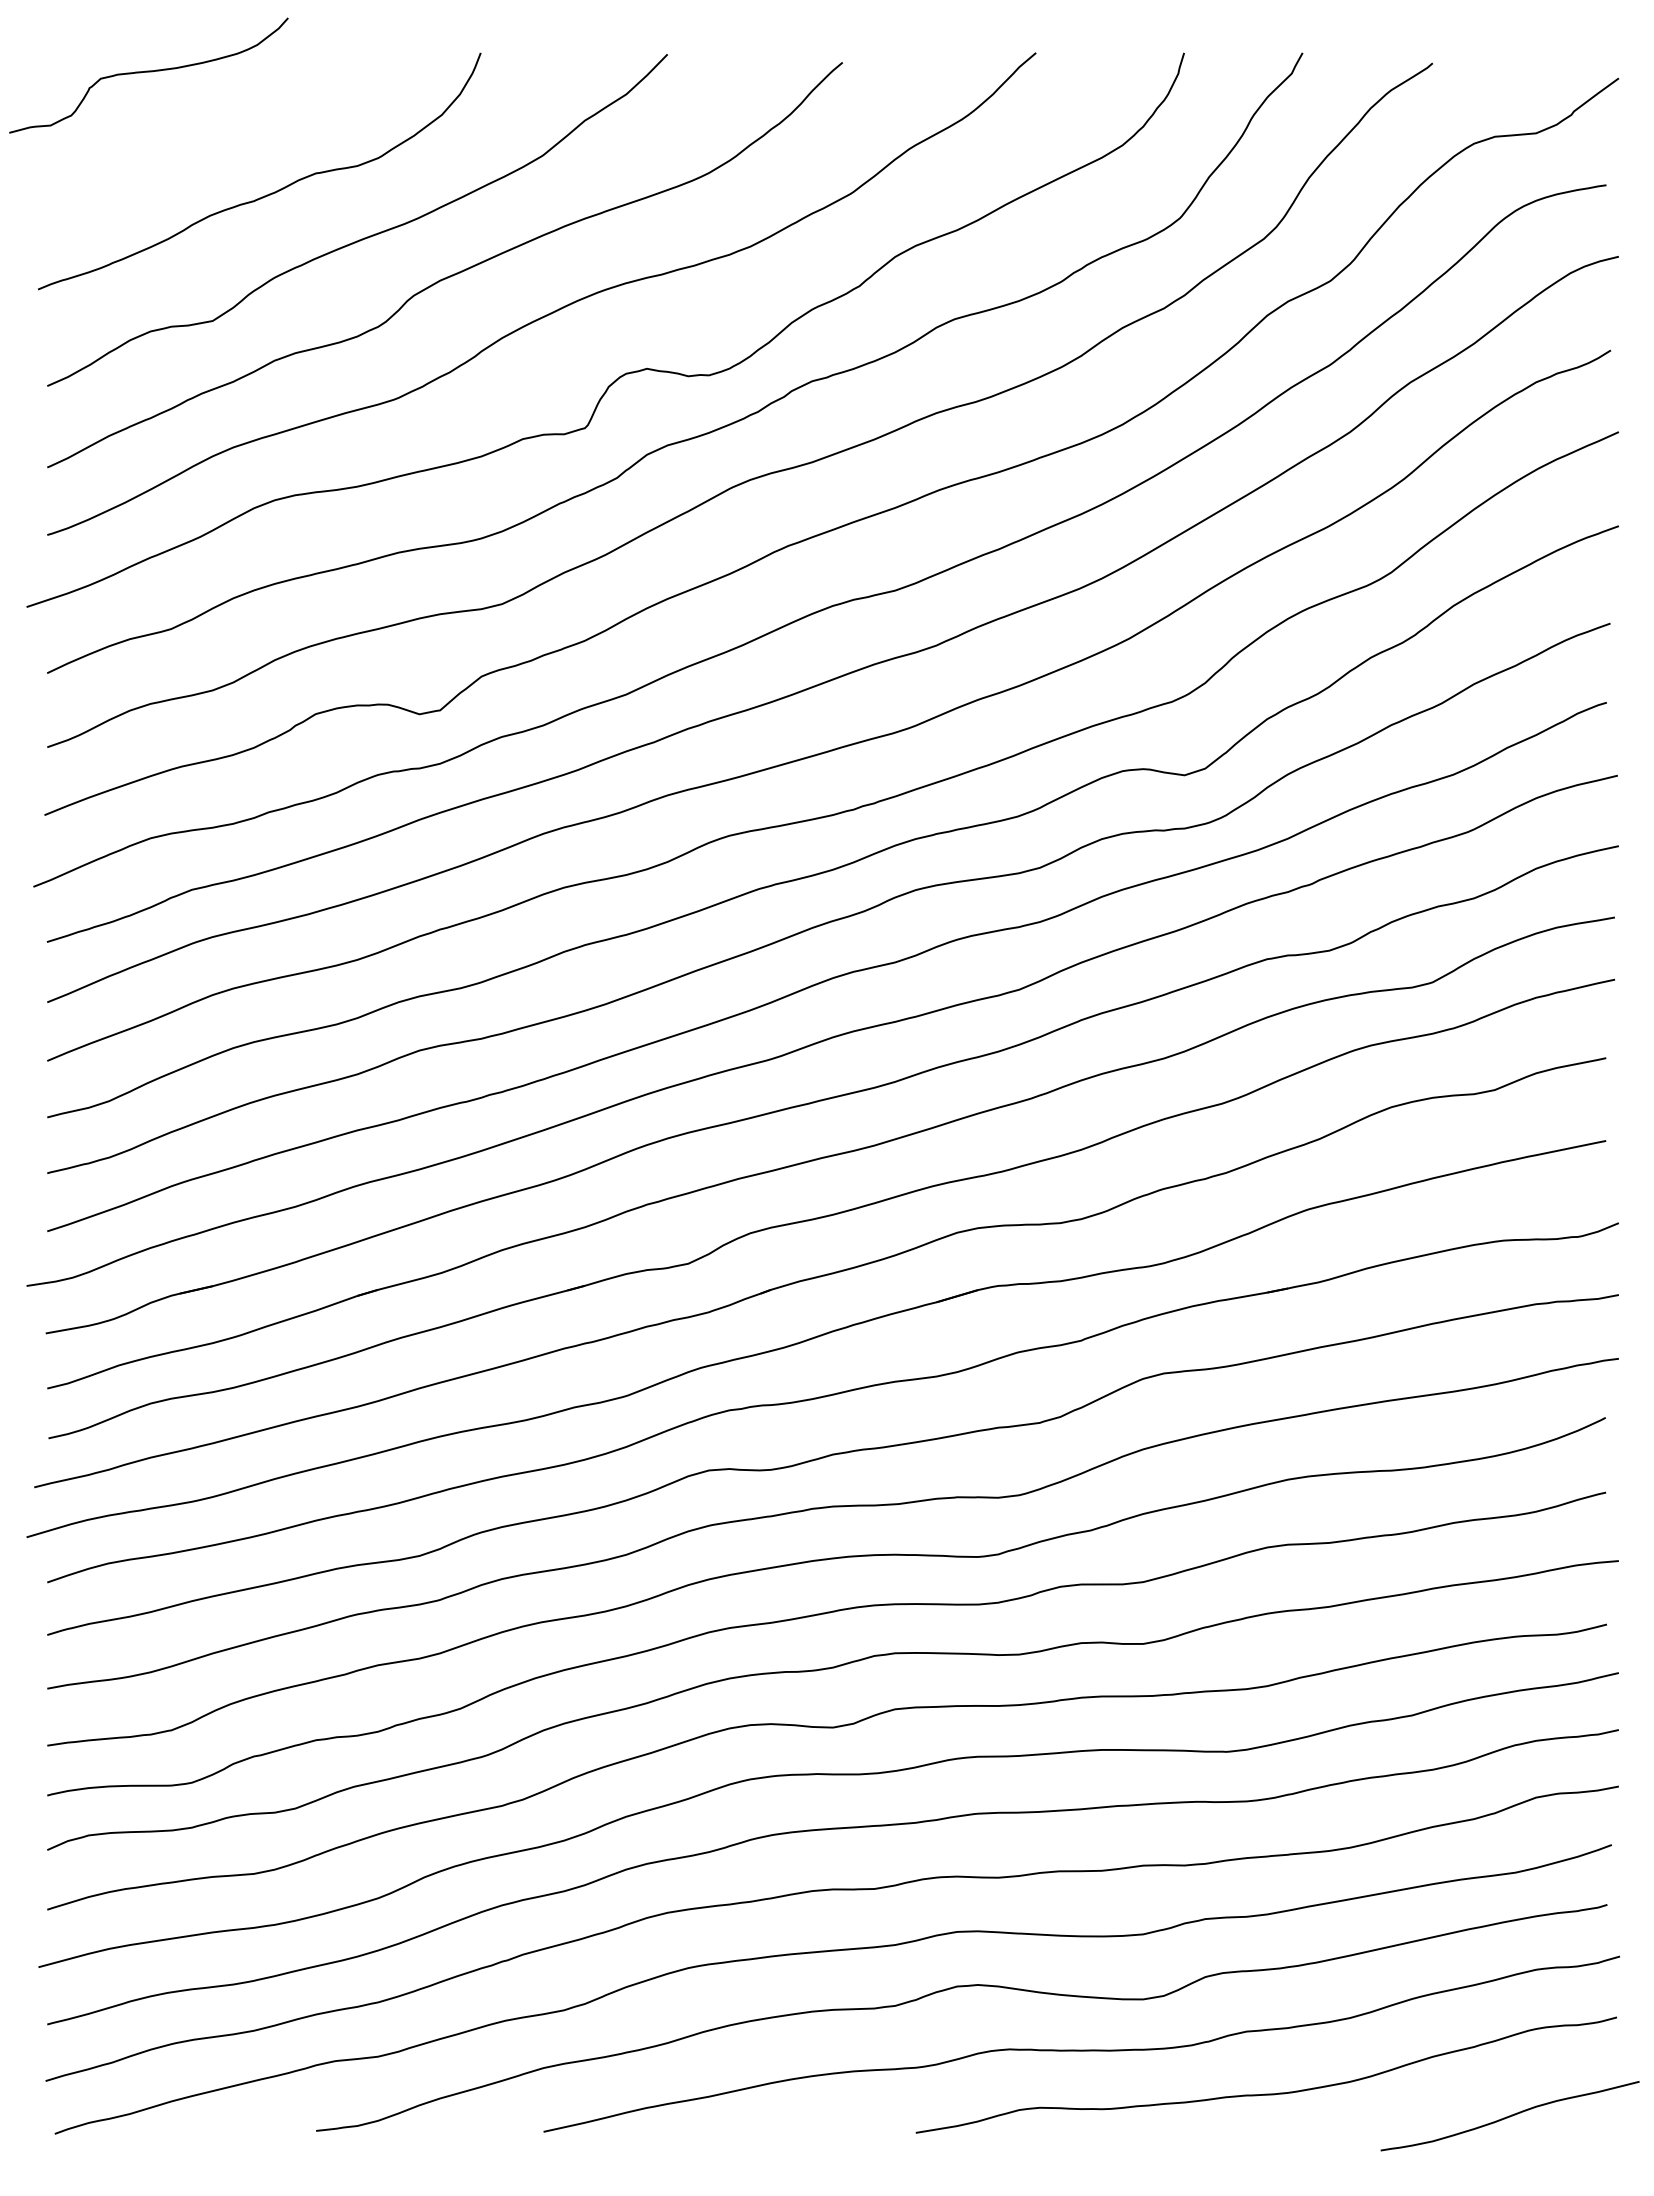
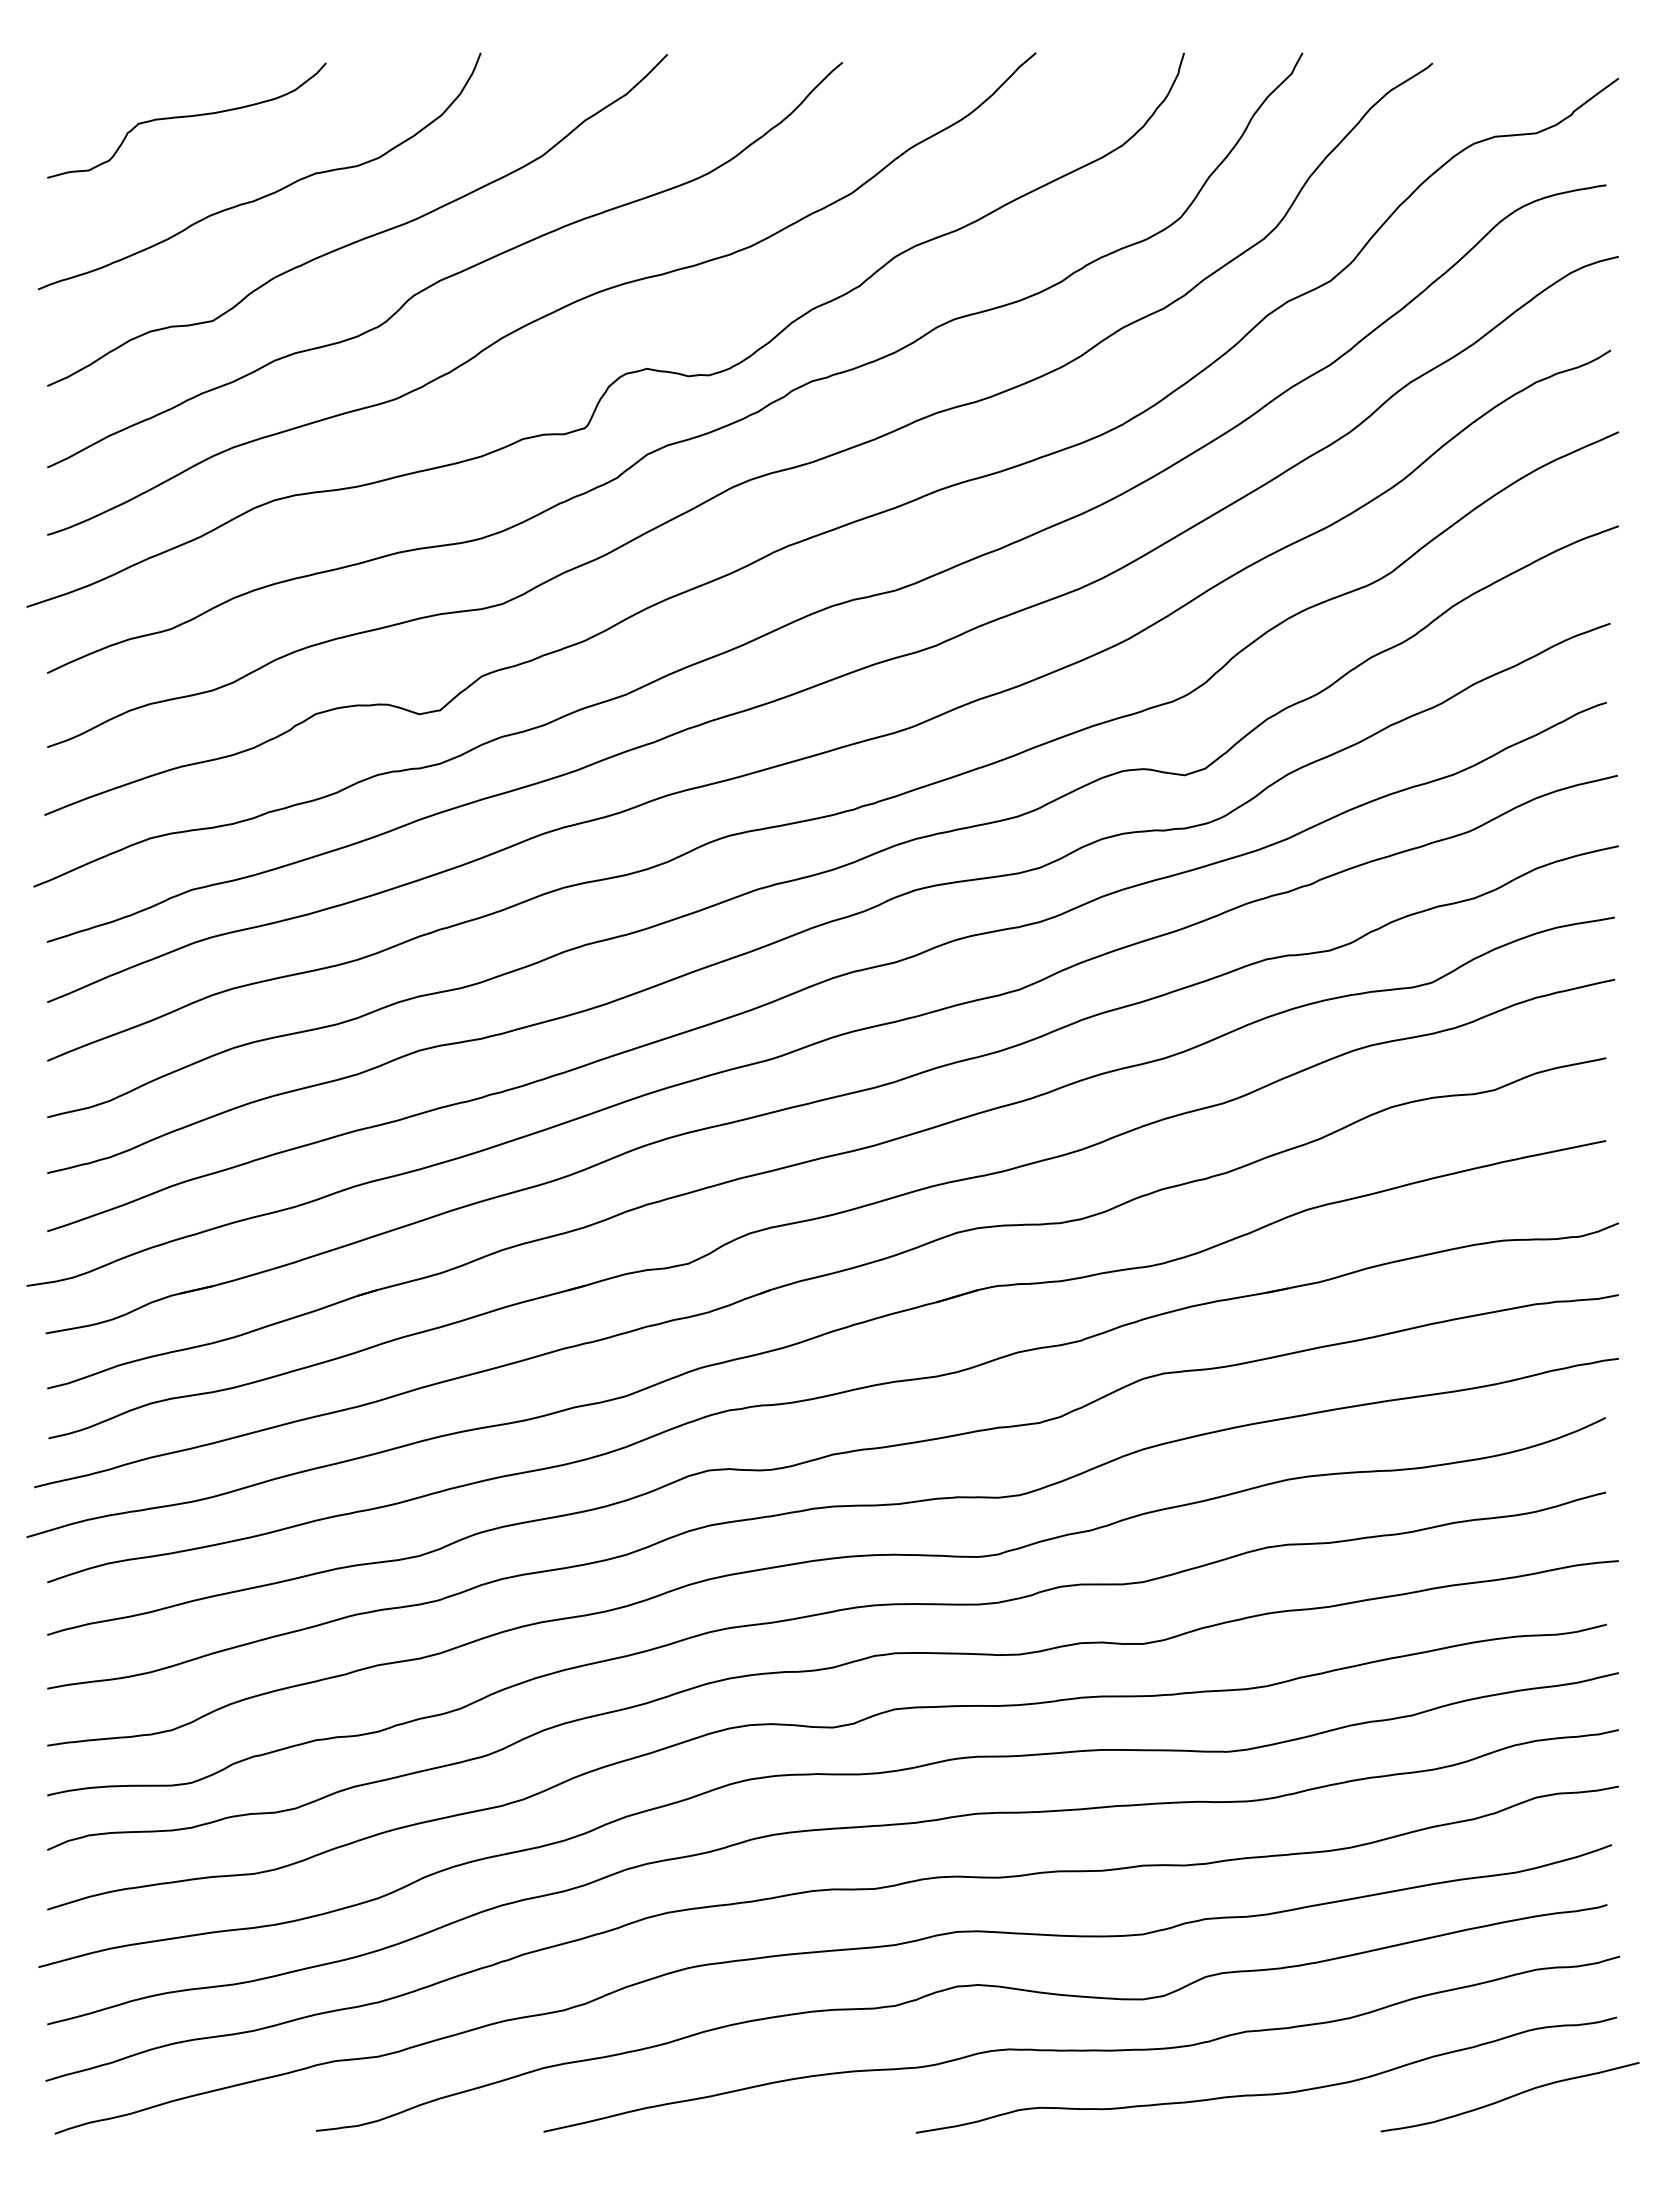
curve at (148, 72) position: (148, 72) -> (186, 117)
curve at (1509, 2116) position: (1509, 2116) -> (1509, 2097)
